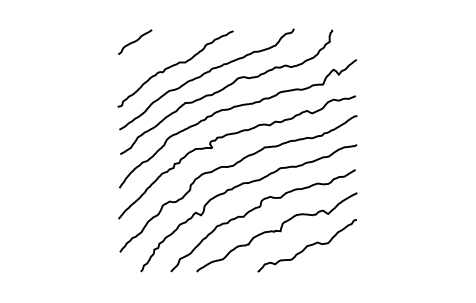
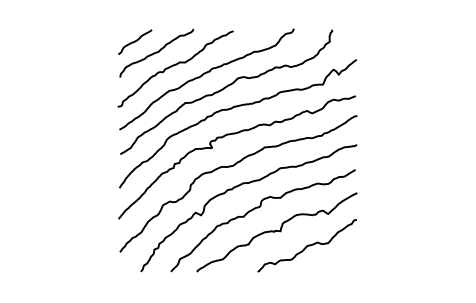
curve at (156, 53): none -> present
